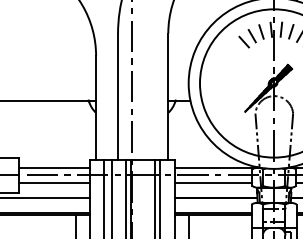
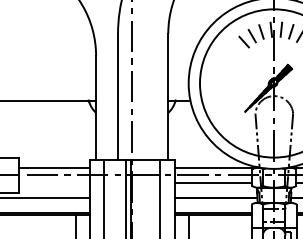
line at (54, 182): present -> none
line at (111, 197): present -> none
line at (155, 197): present -> none
